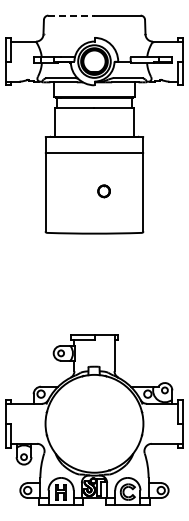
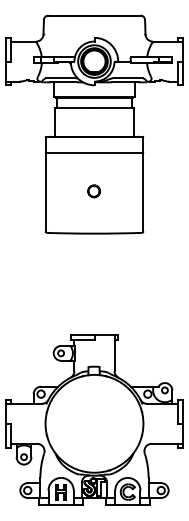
line at (71, 15): dashed -> solid
part at (103, 191) position: (103, 191) -> (93, 191)
